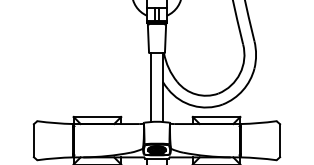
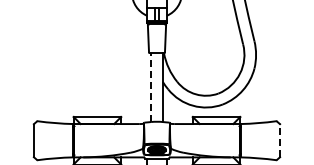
line at (151, 87): solid -> dashed
line at (280, 140): solid -> dashed
